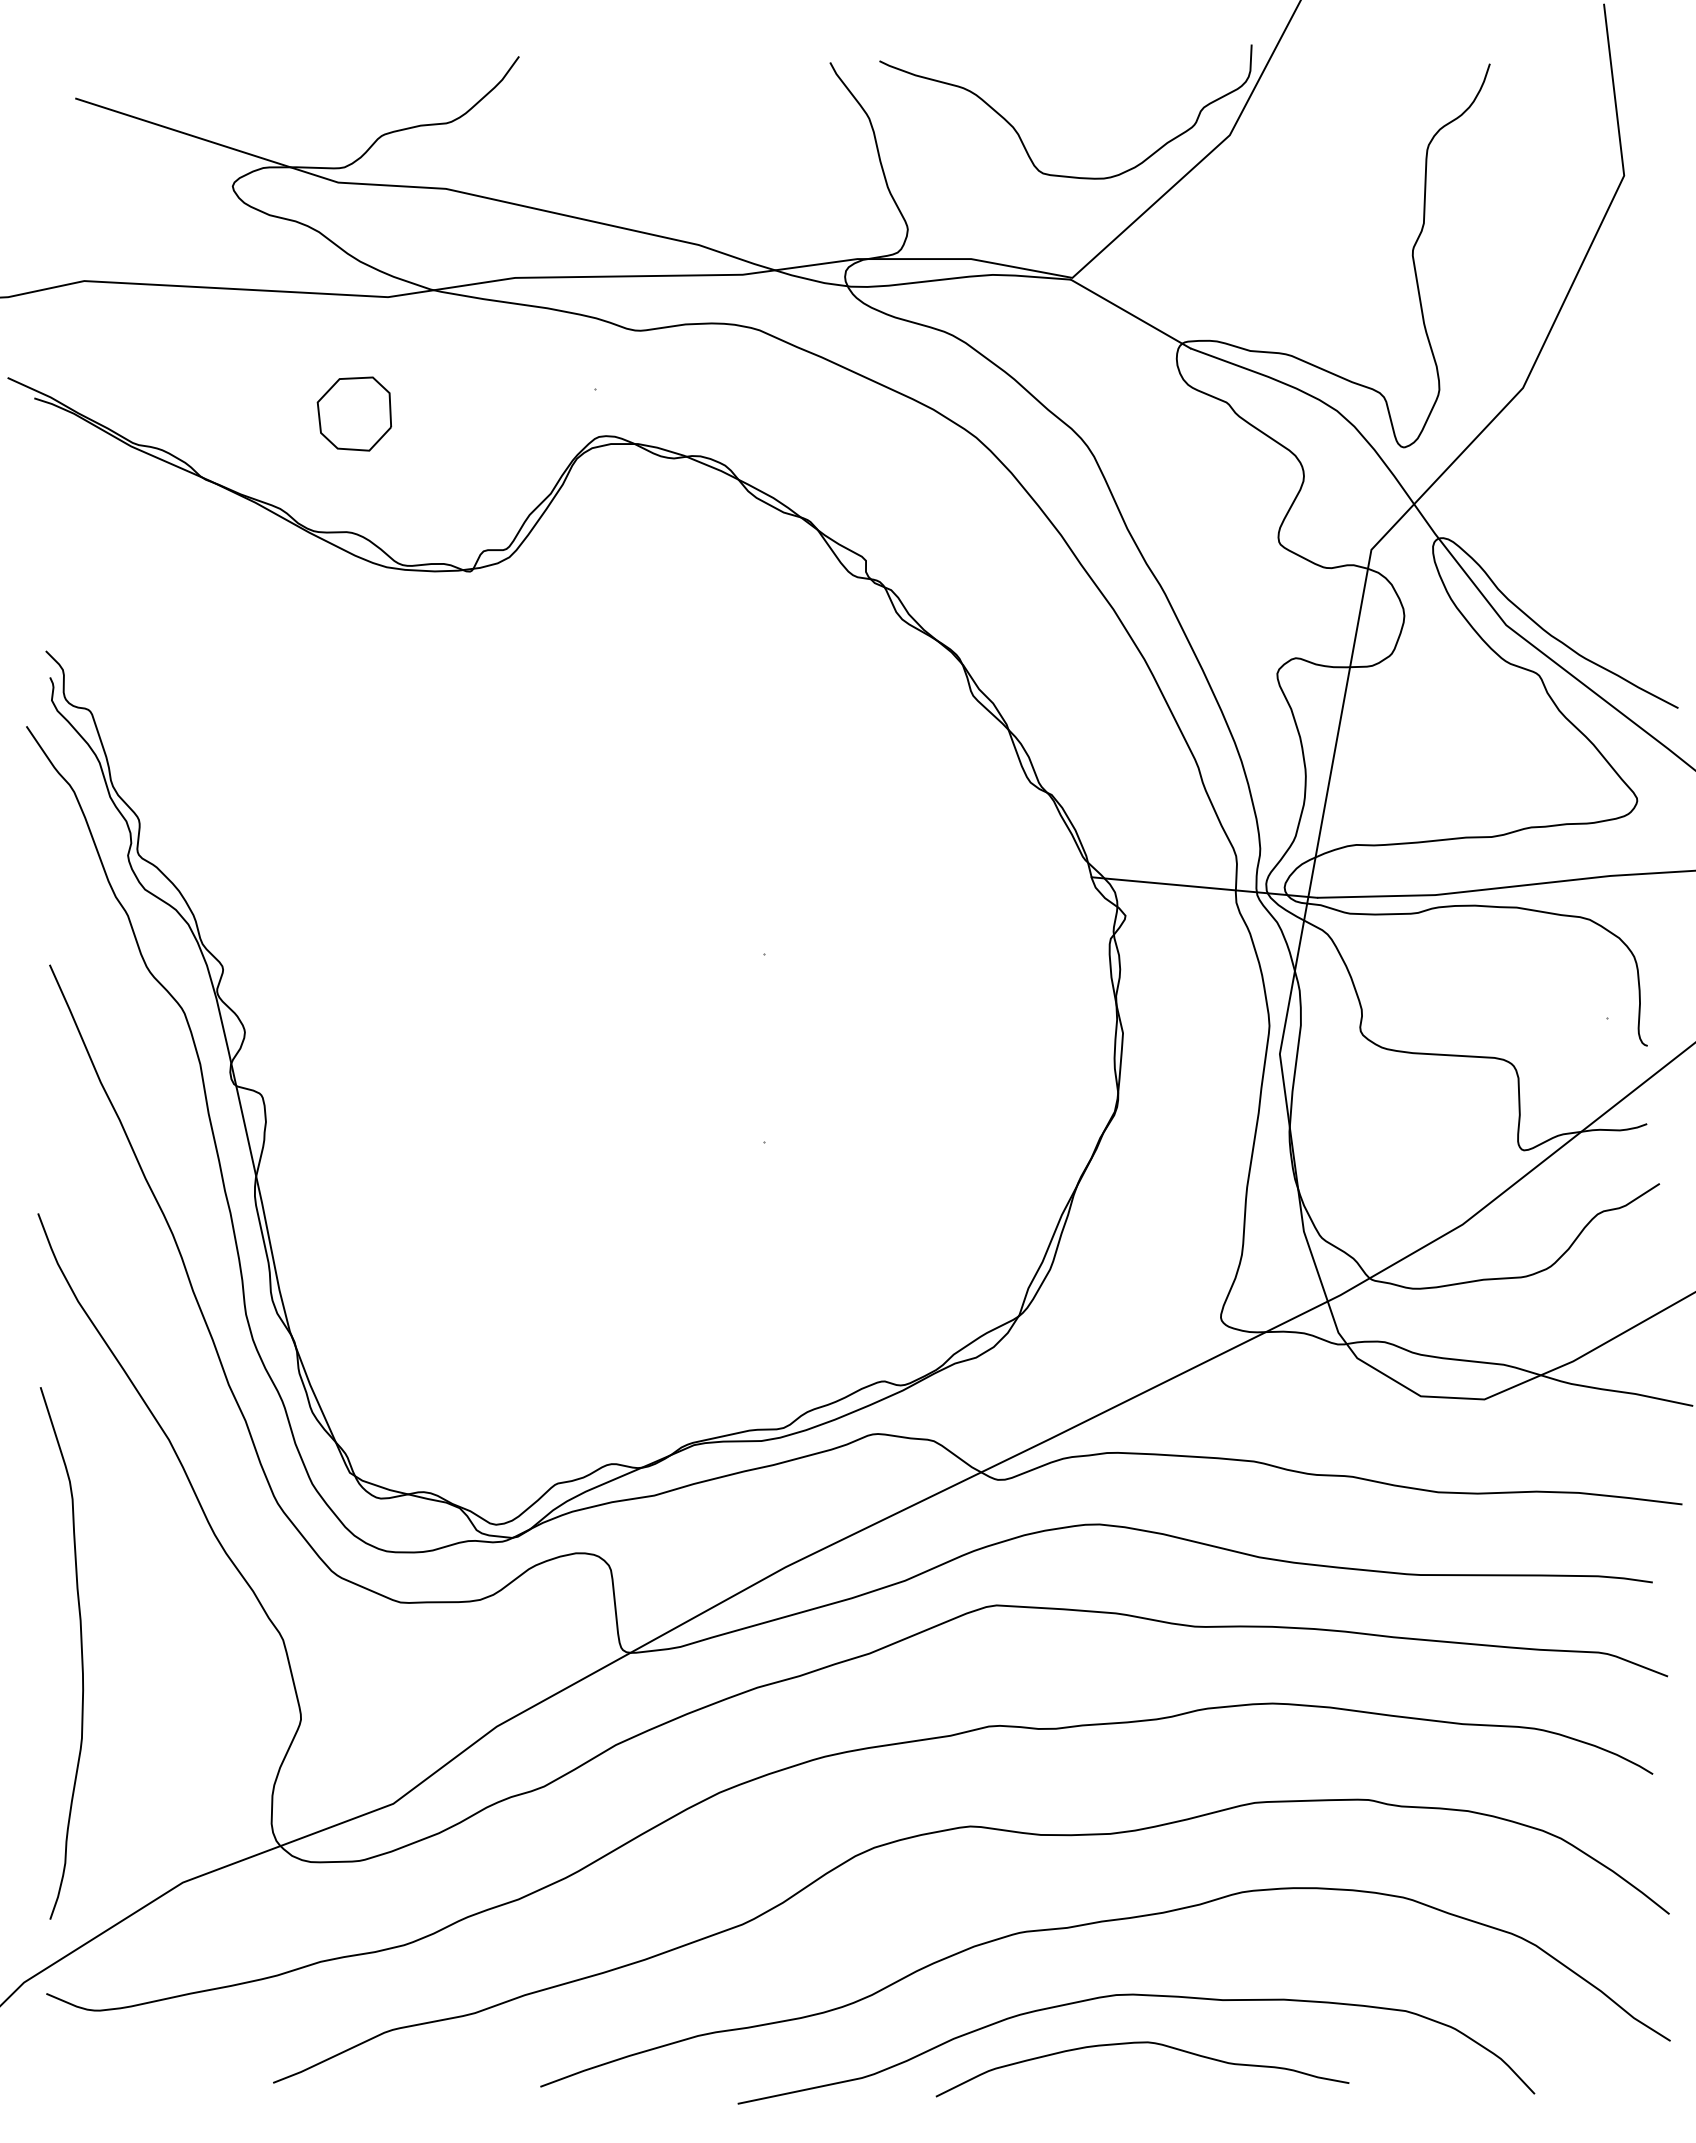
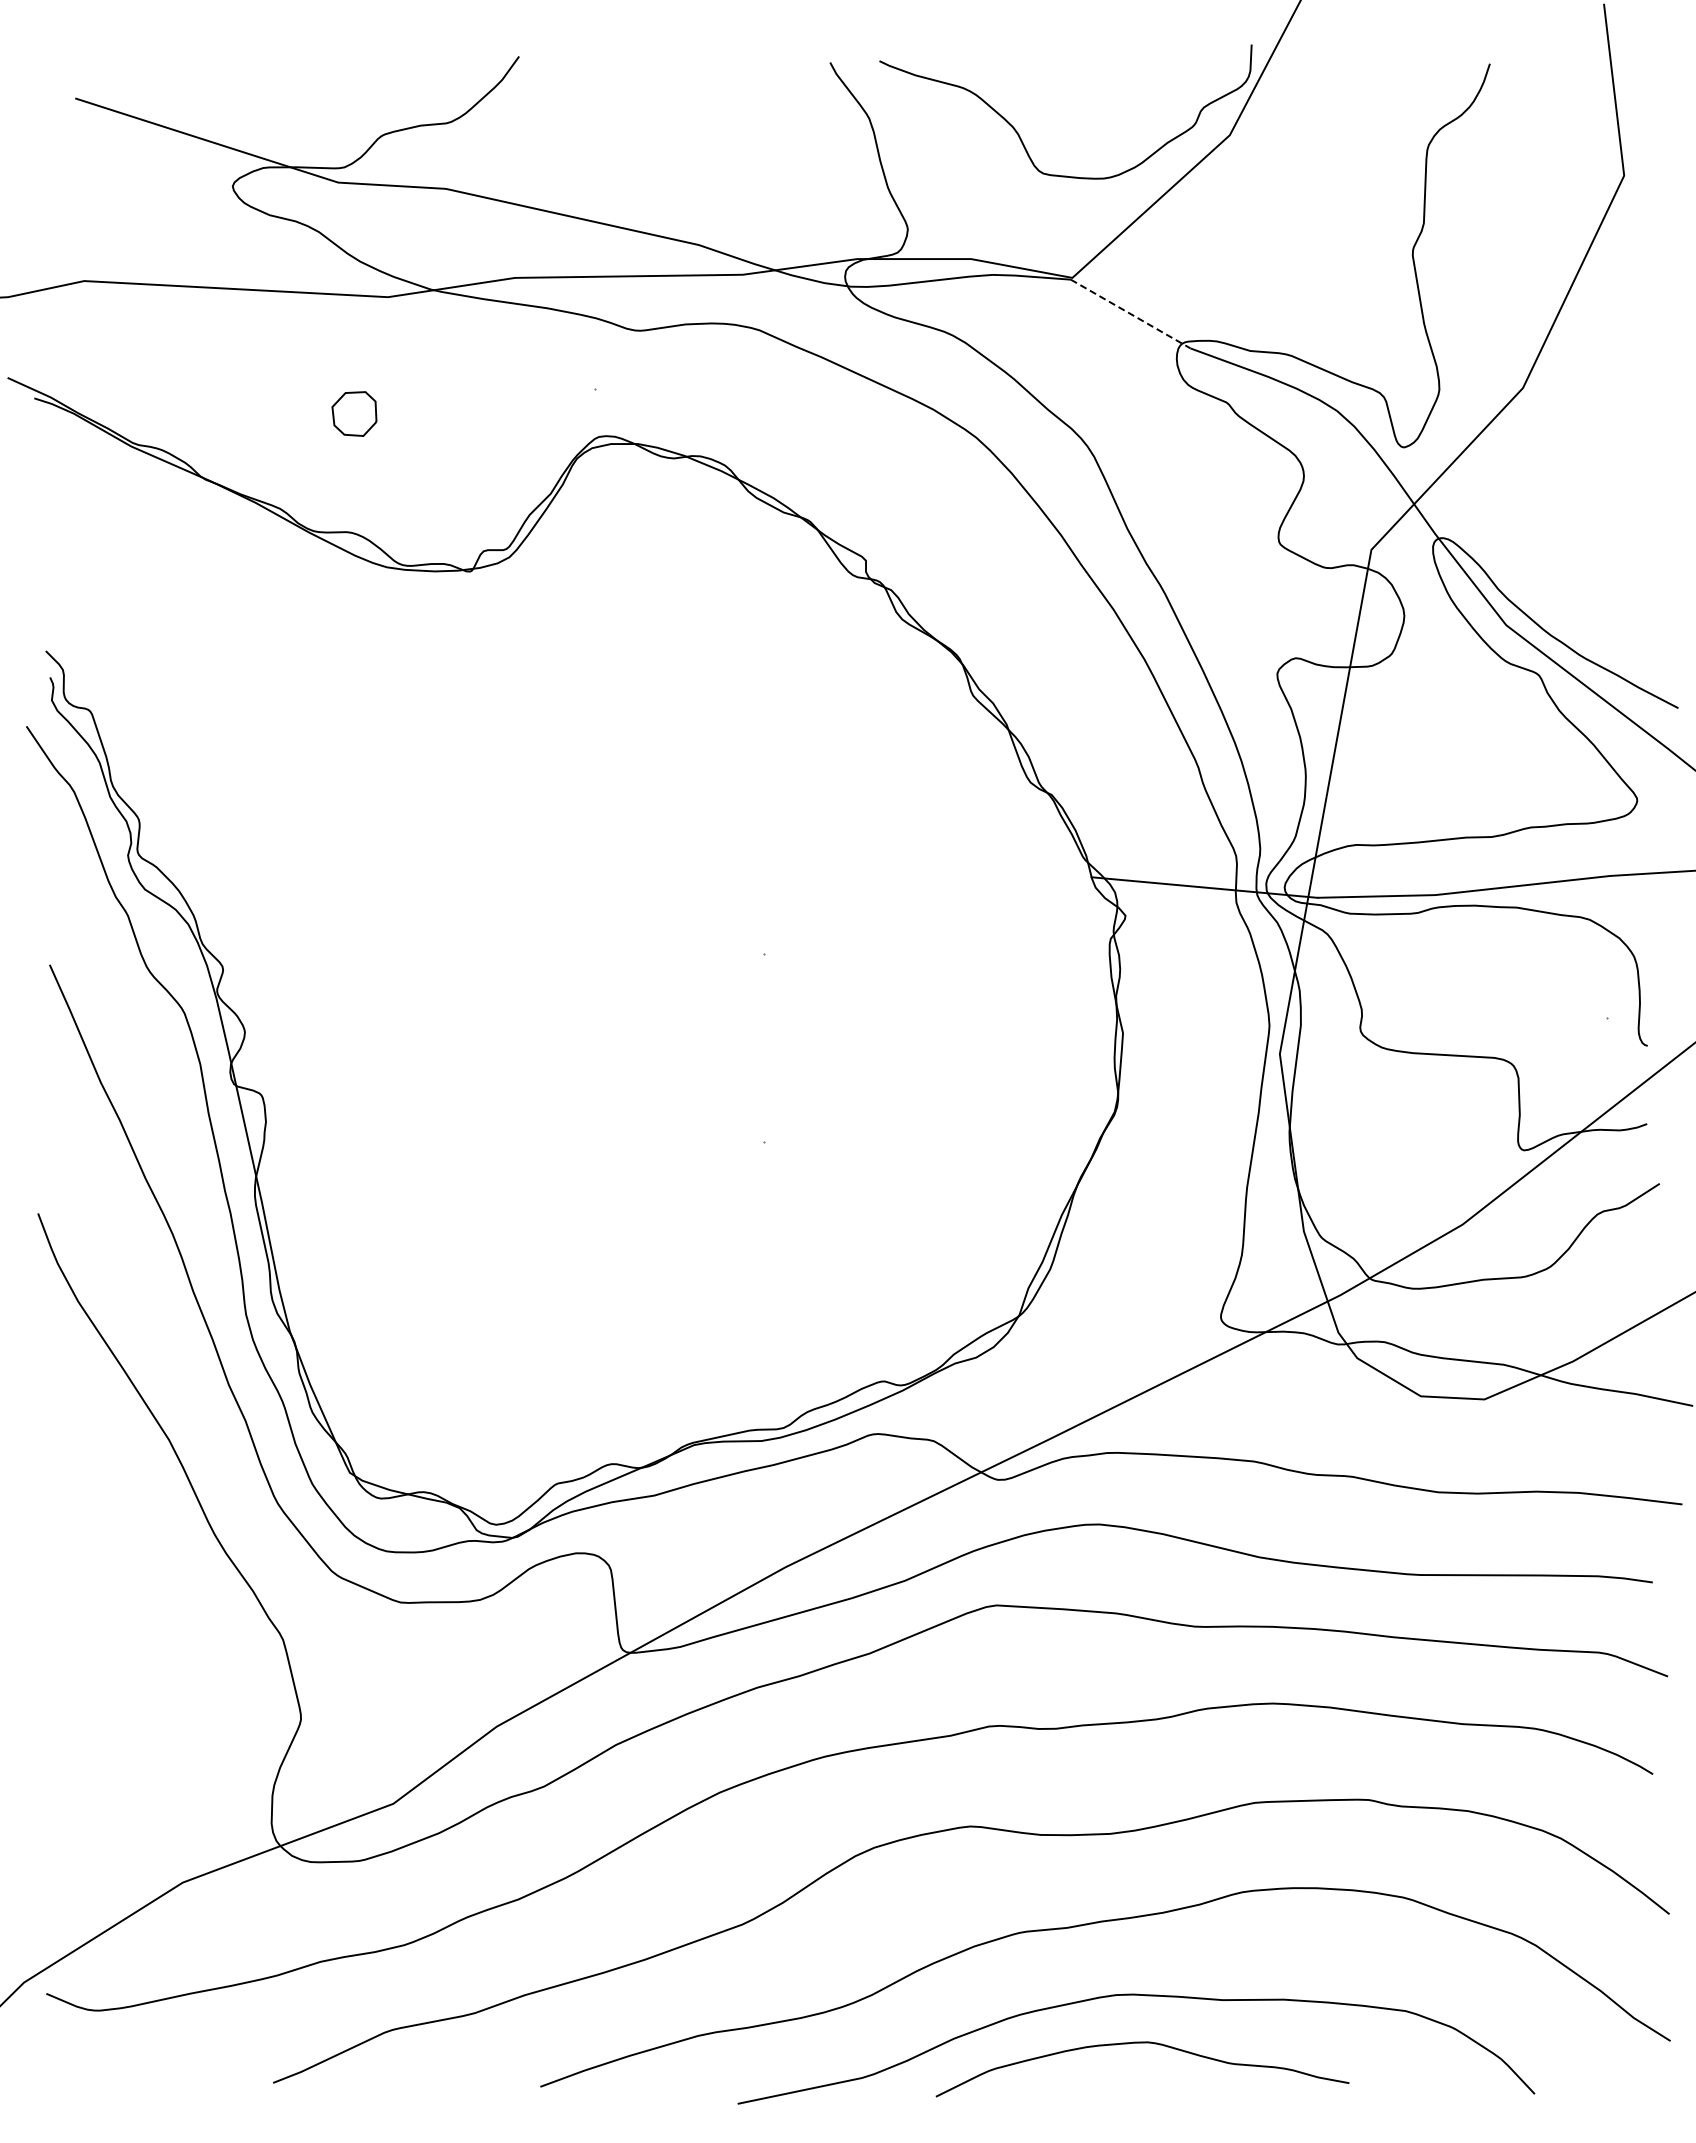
line at (1131, 314): solid -> dashed
part at (354, 413) size: 77x76 px -> 47x46 px
curve at (80, 1647): present -> none
